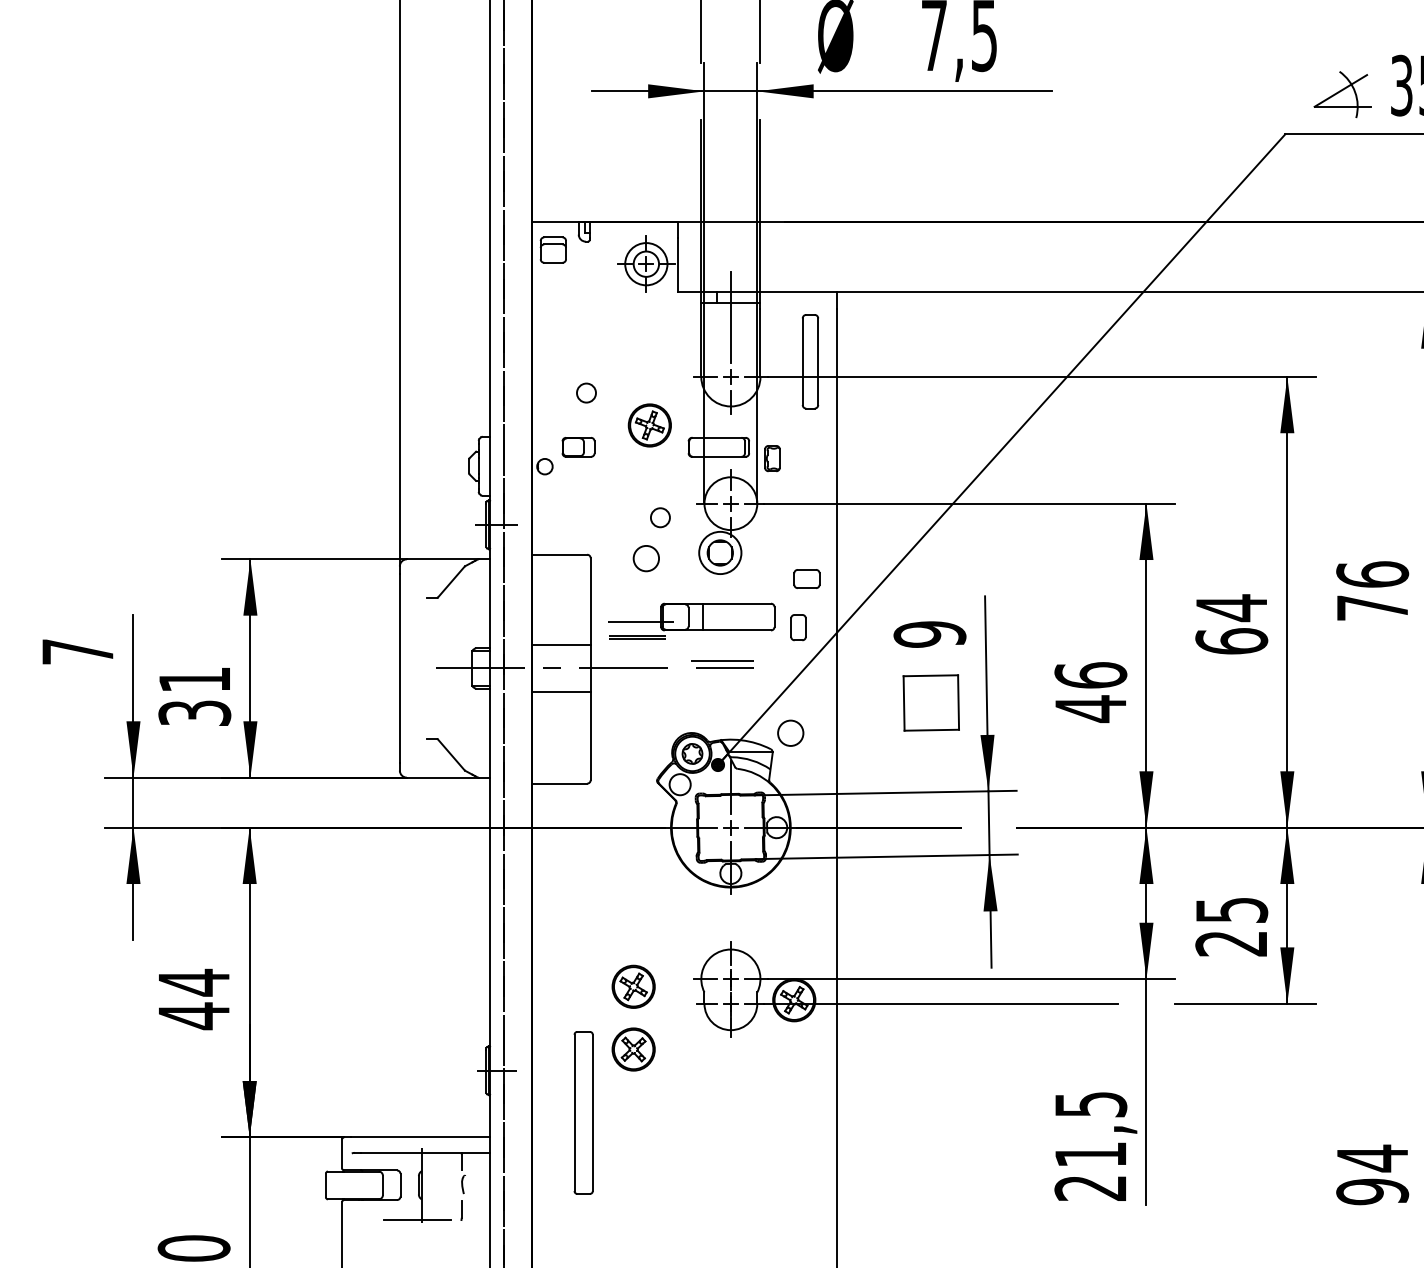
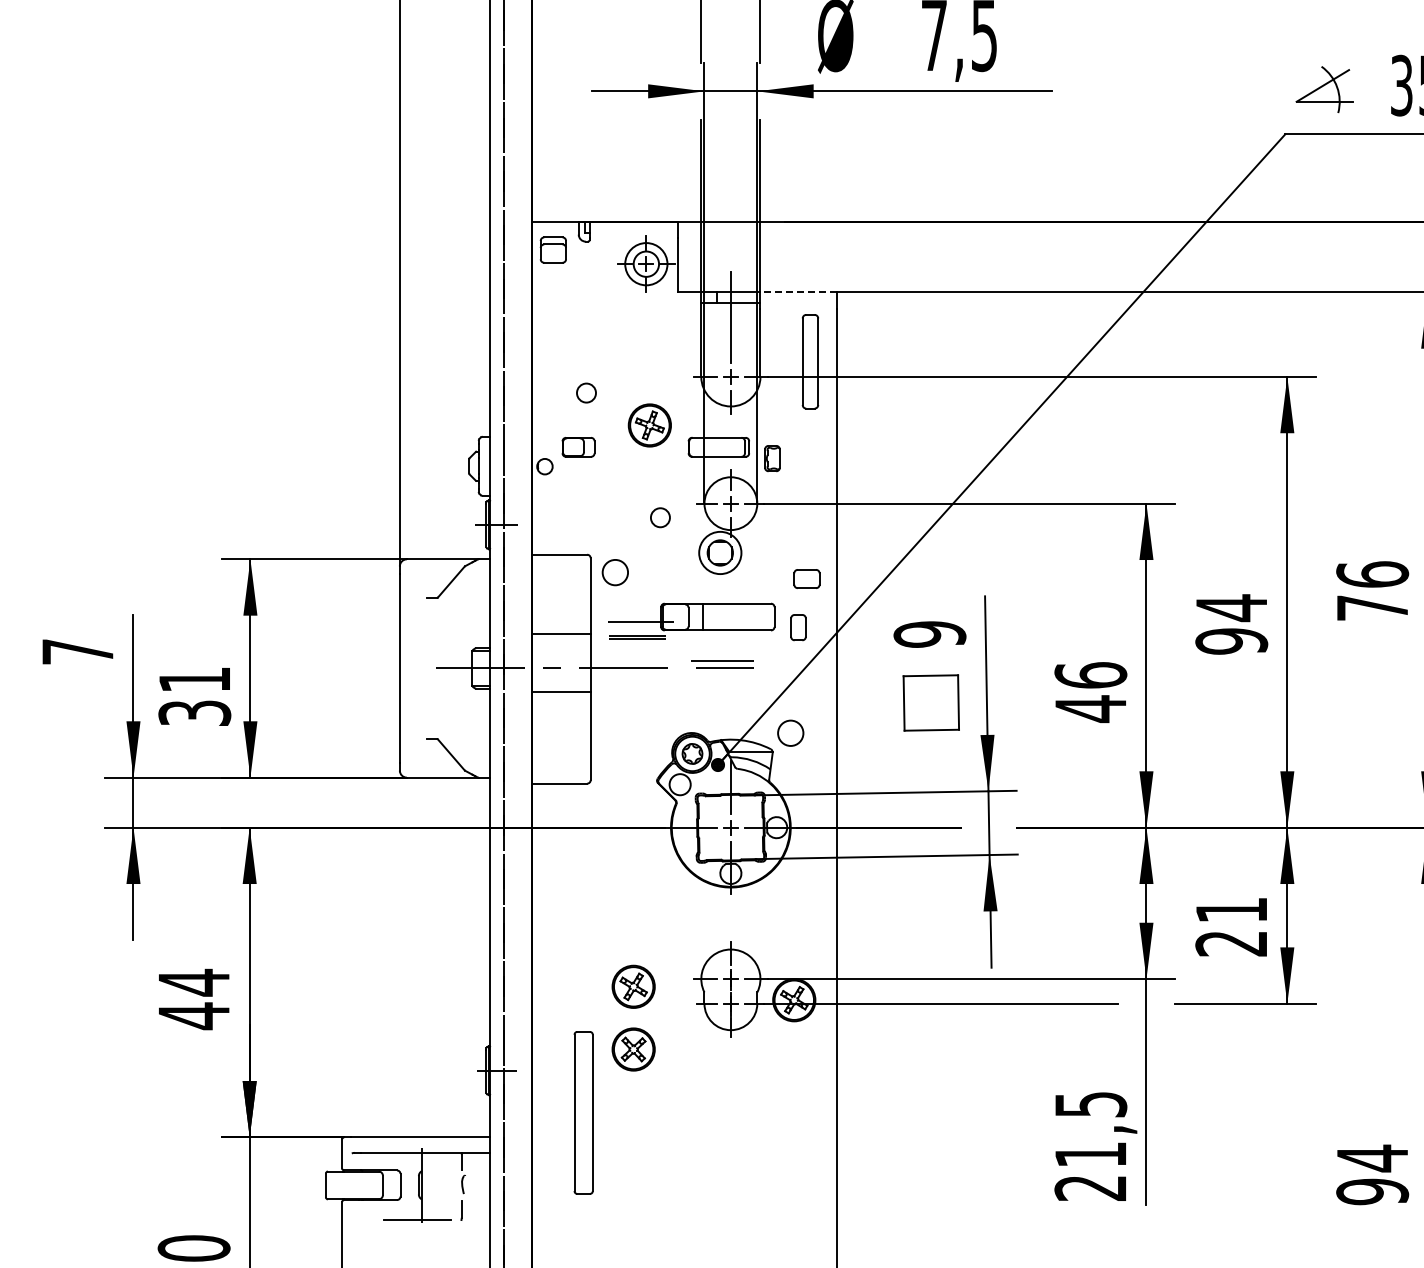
part at (1342, 94) position: (1342, 94) -> (1324, 89)
line at (798, 292): solid -> dashed
circle at (645, 558) position: (645, 558) -> (614, 572)
text at (1231, 641): 64 -> 94
line at (561, 645) position: (561, 645) -> (561, 634)
text at (1232, 910): 25 -> 21
